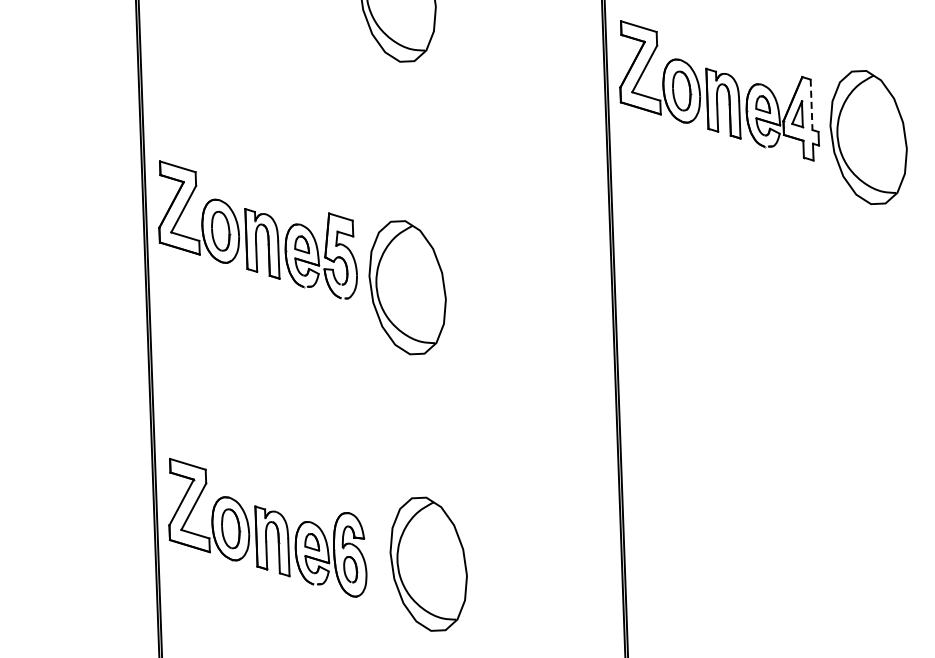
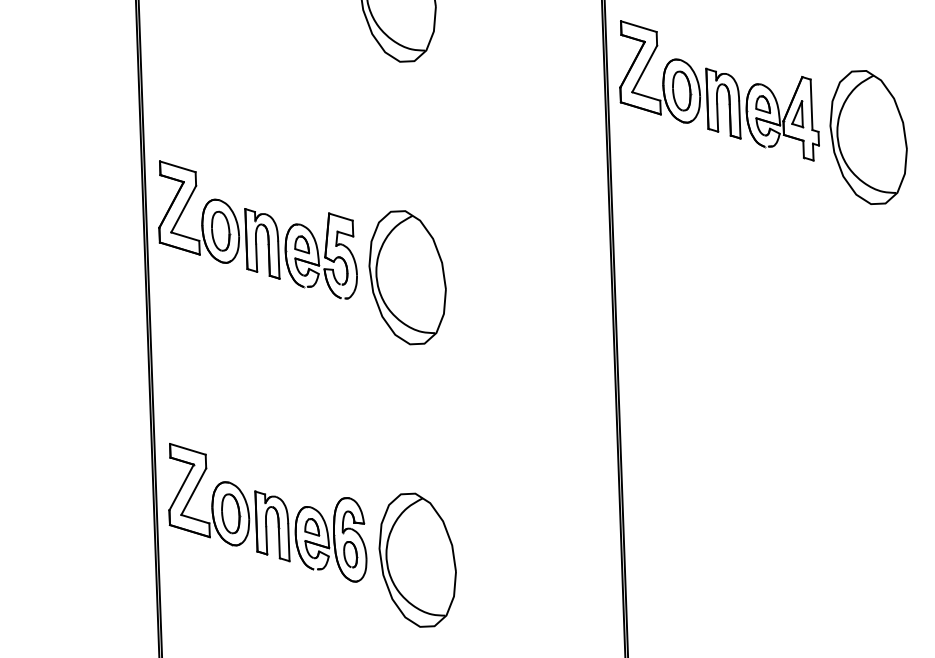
line at (811, 105): dashed -> solid
part at (407, 287) position: (407, 287) -> (407, 277)
part at (267, 527) position: (267, 527) -> (267, 512)
part at (428, 563) position: (428, 563) -> (417, 559)
